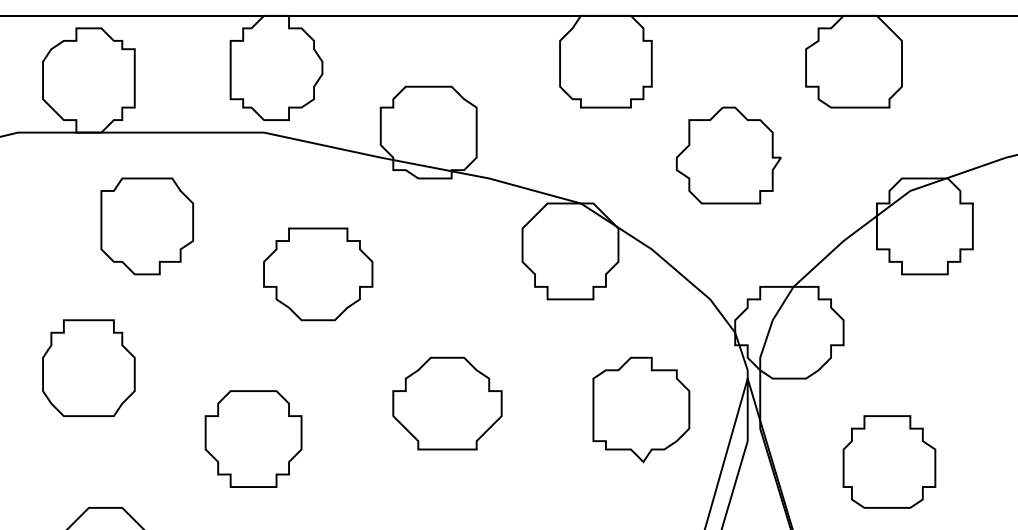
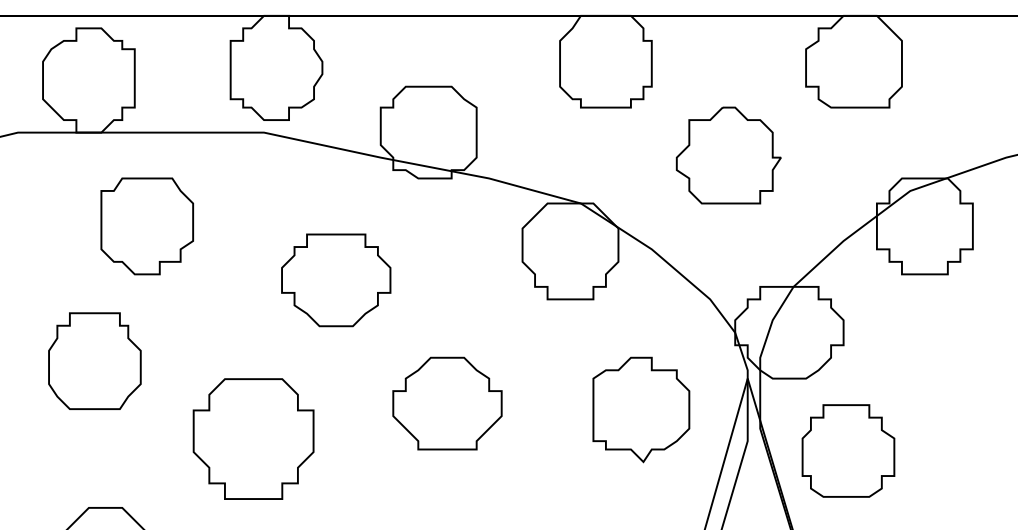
part at (318, 274) position: (318, 274) -> (336, 280)
part at (88, 367) position: (88, 367) -> (94, 360)
part at (253, 438) size: 99x98 px -> 123x122 px
part at (889, 461) position: (889, 461) -> (848, 450)
